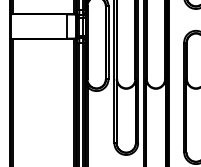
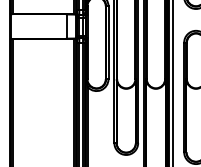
line at (173, 82): none -> present
